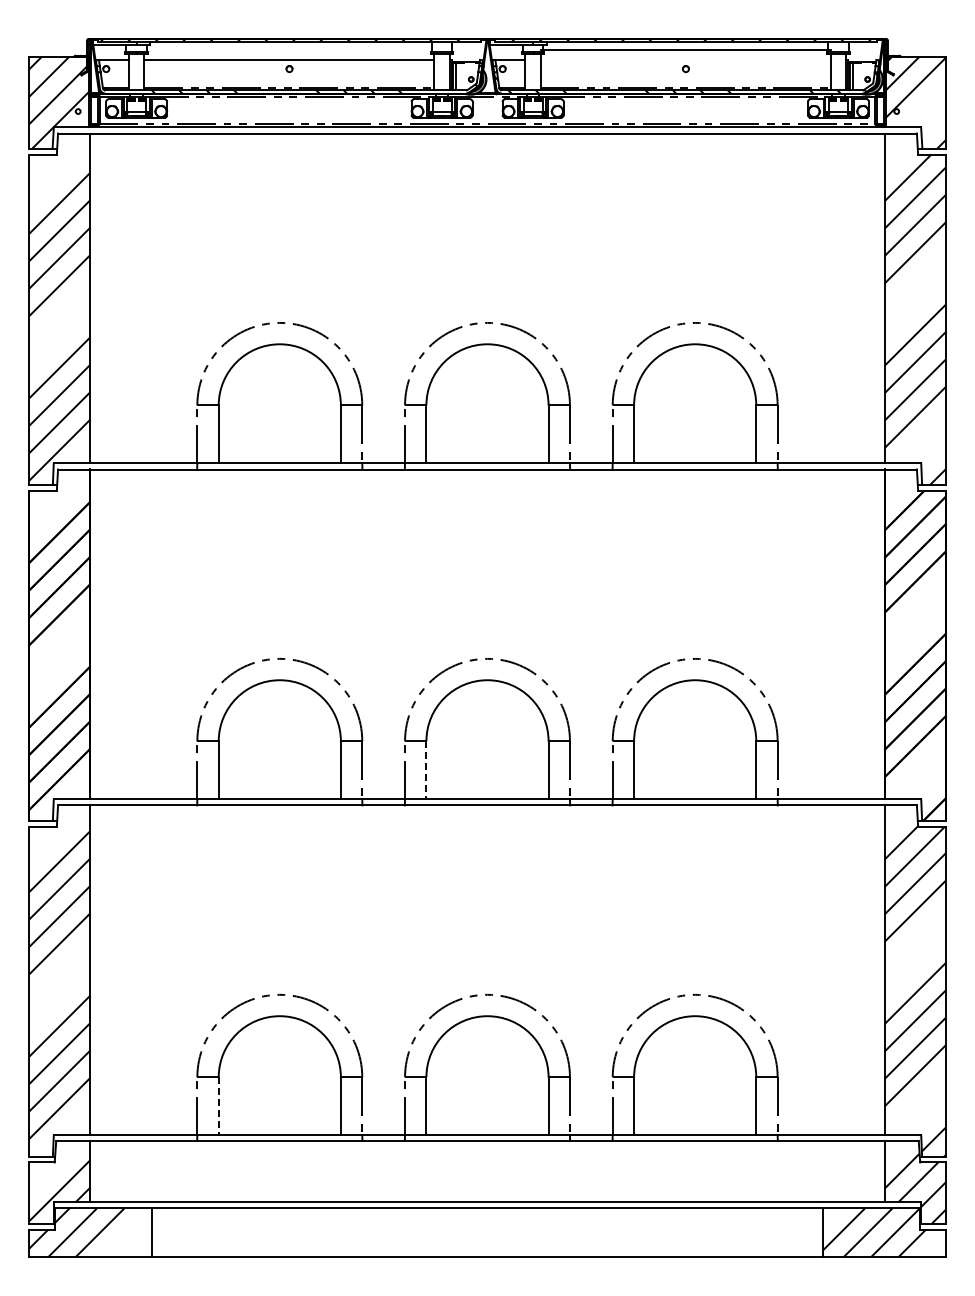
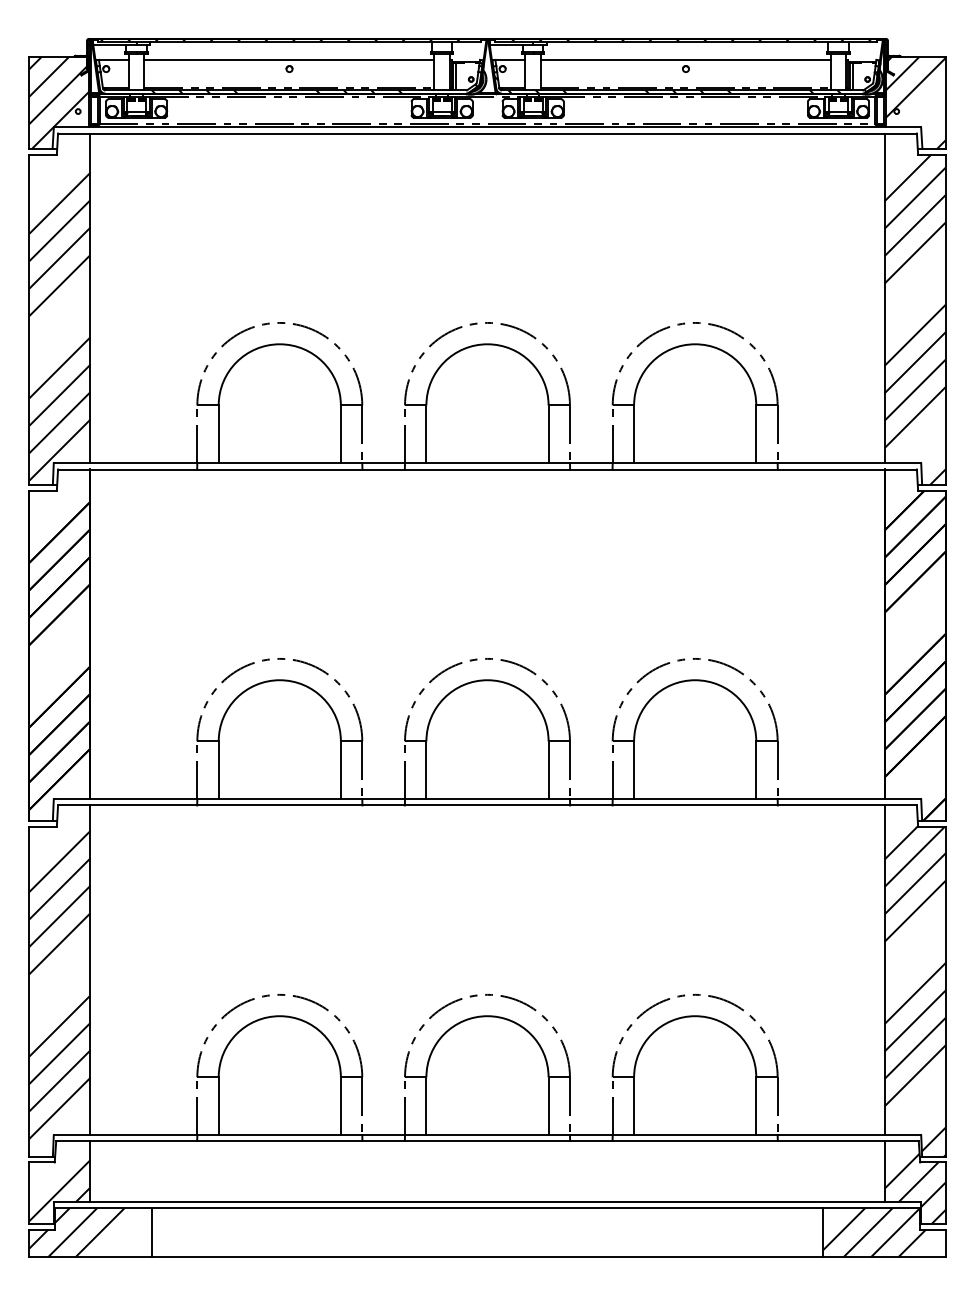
line at (685, 49) position: (685, 49) -> (685, 59)
line at (426, 770): dashed -> solid
line at (218, 1106): dashed -> solid
